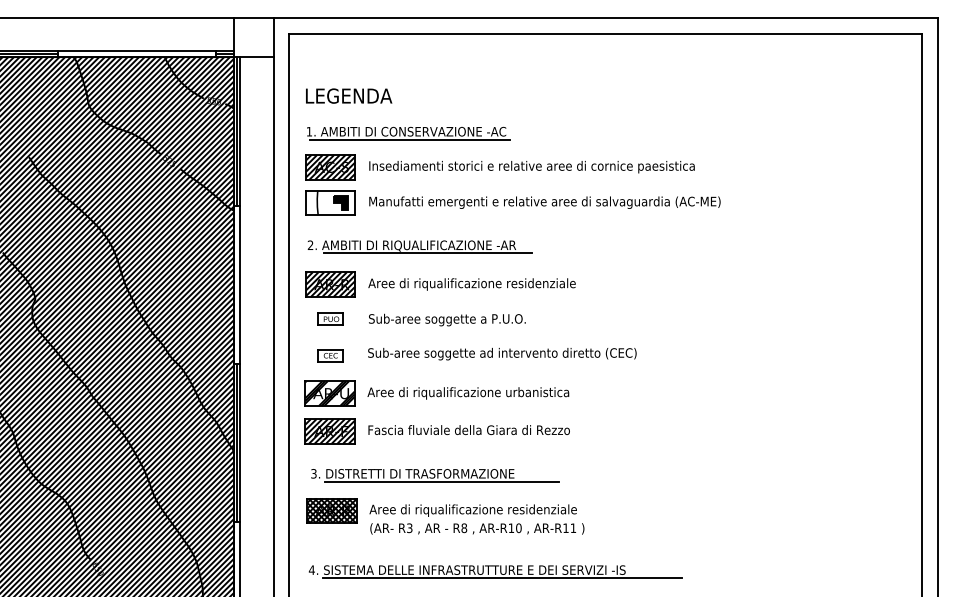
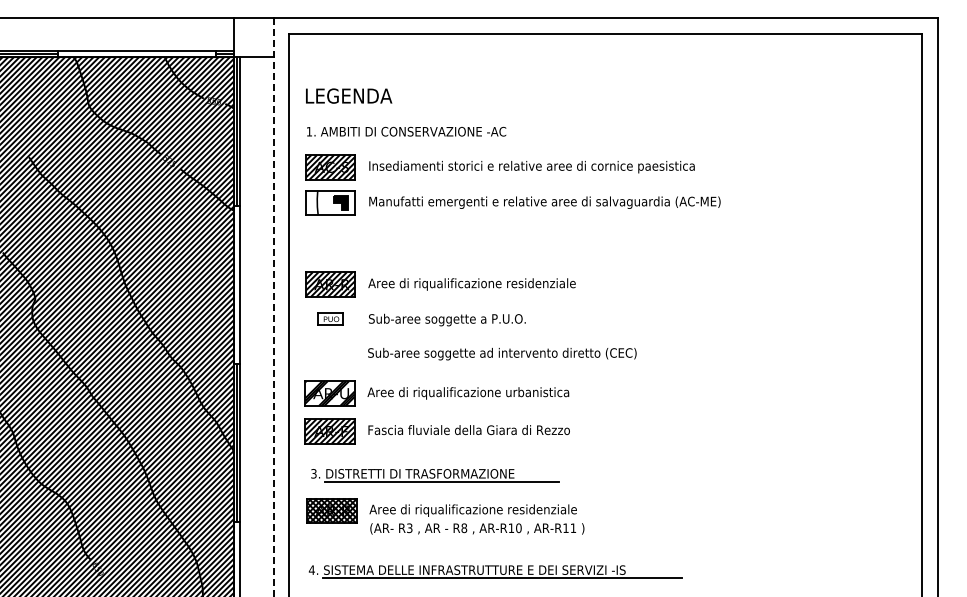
line at (409, 140): present -> none
part at (419, 246): present -> none
line at (273, 307): solid -> dashed
part at (330, 355): present -> none
